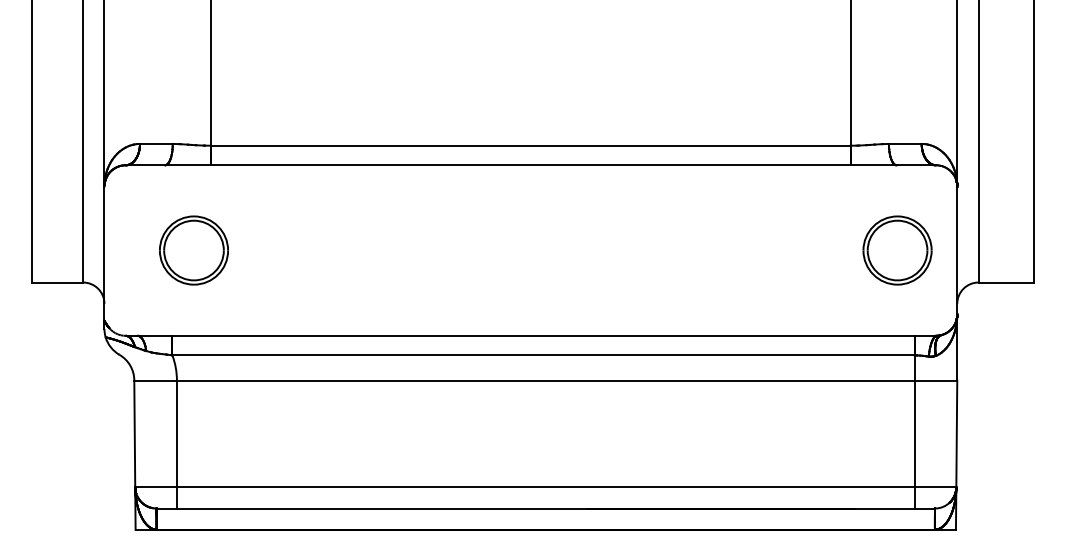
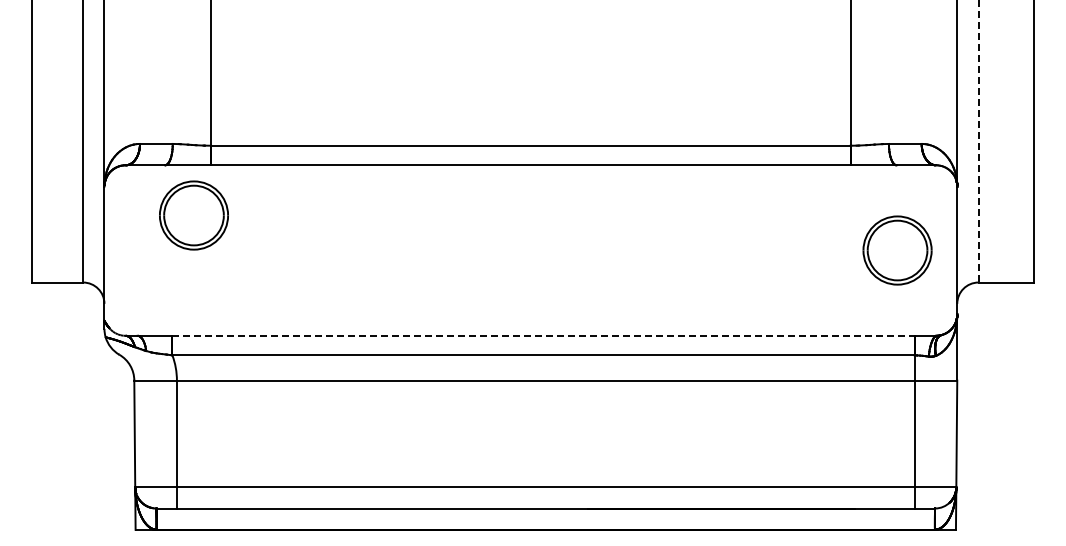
line at (978, 141): solid -> dashed
part at (193, 250) position: (193, 250) -> (193, 215)
line at (544, 335): solid -> dashed
